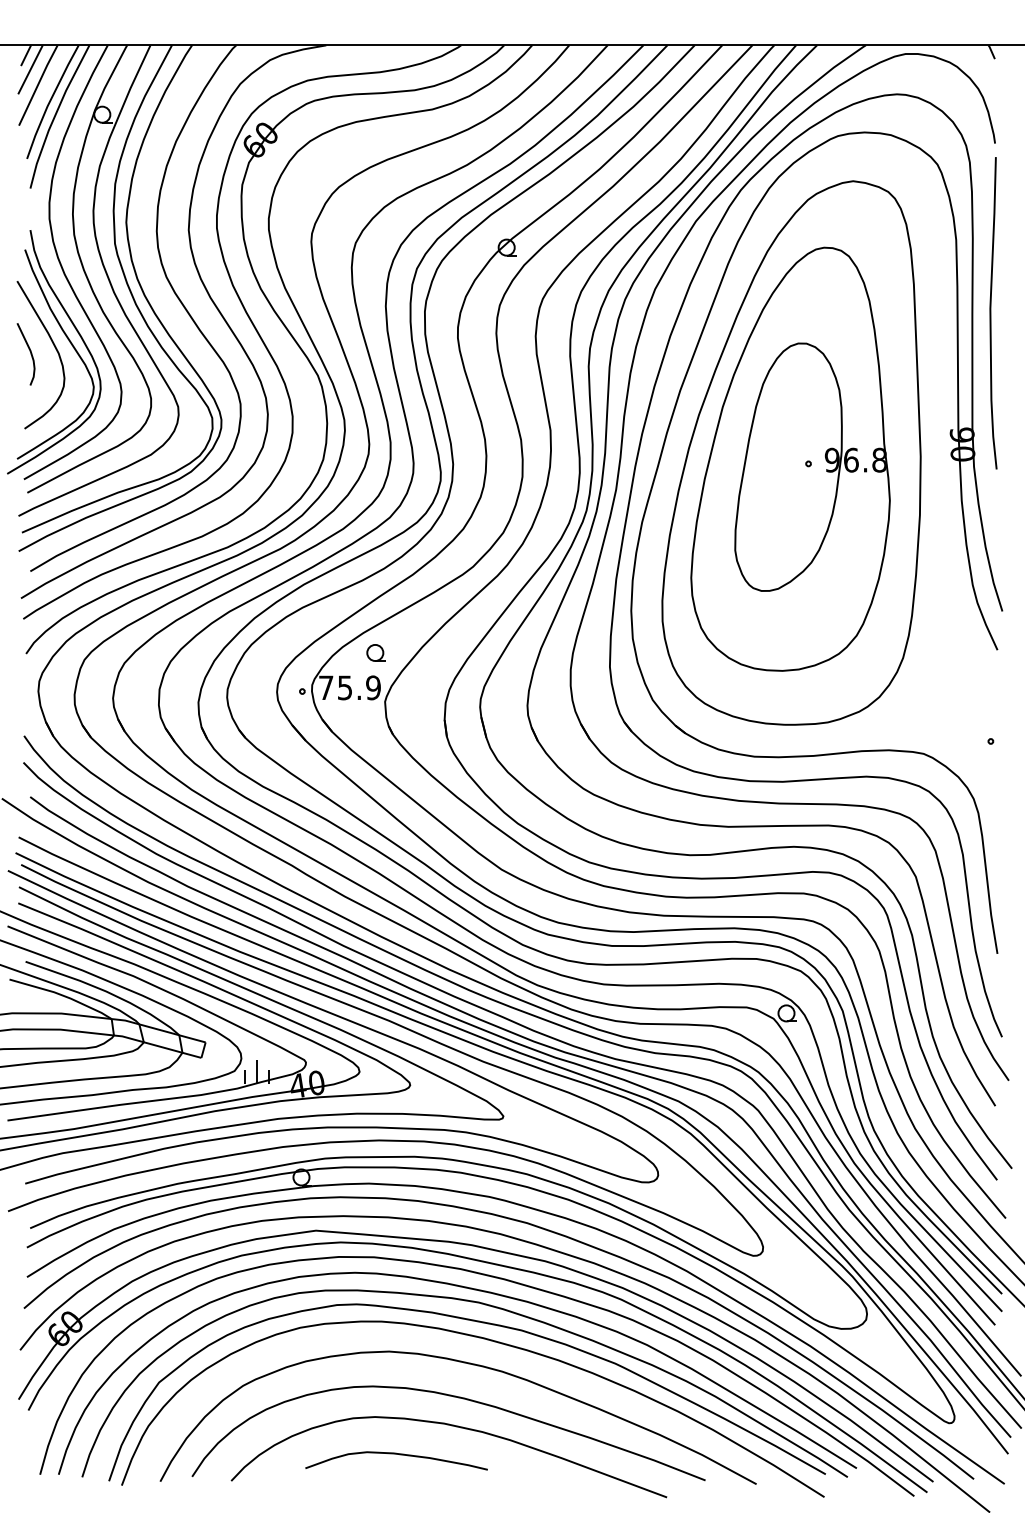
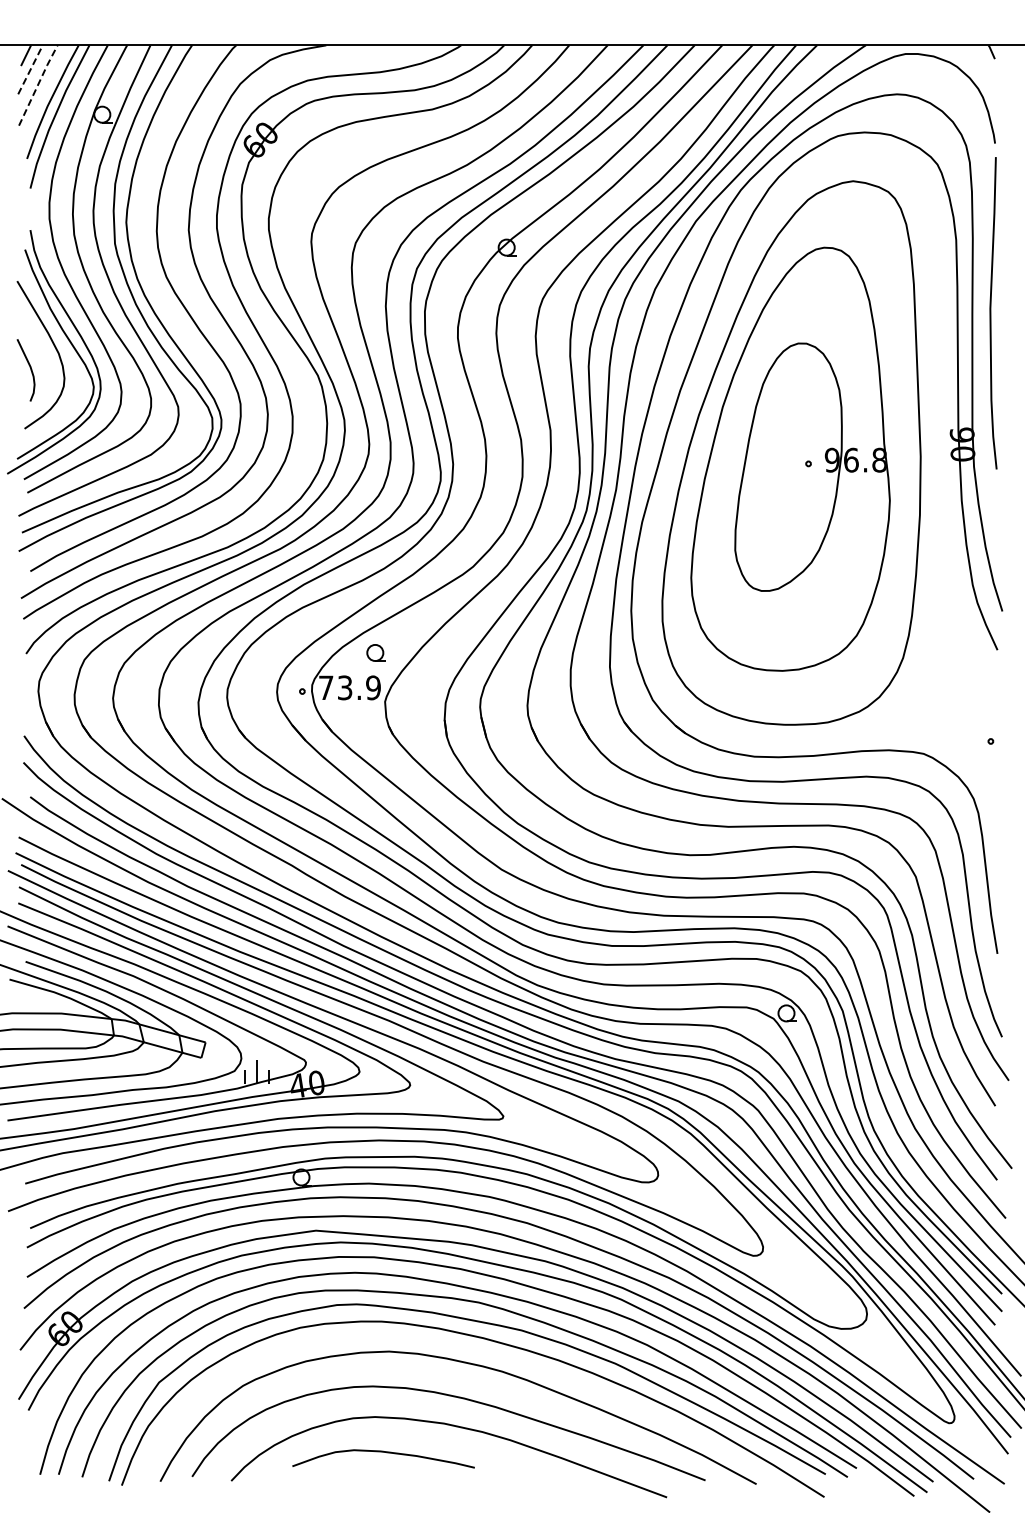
line at (30, 69): solid -> dashed
line at (38, 84): solid -> dashed
curve at (29, 351) position: (29, 351) -> (29, 367)
text at (345, 687): 75.9 -> 73.9
curve at (399, 1455) position: (399, 1455) -> (386, 1453)
